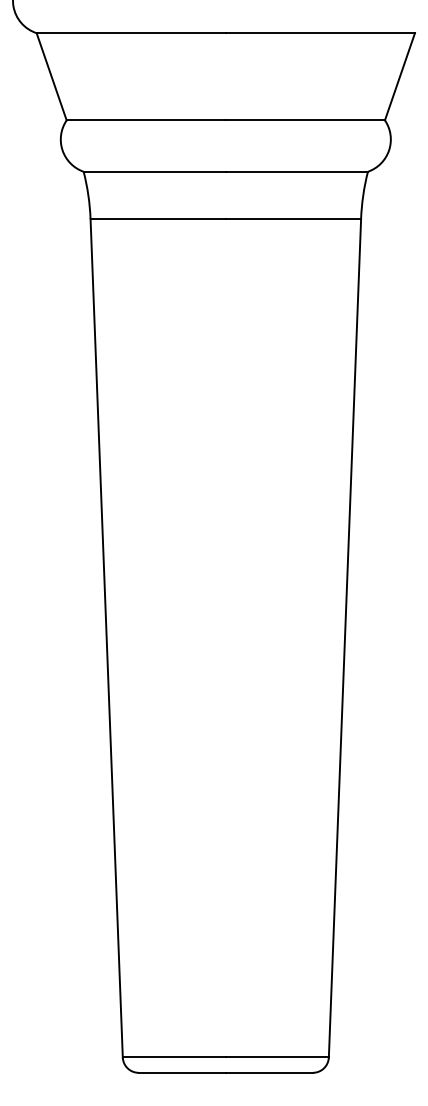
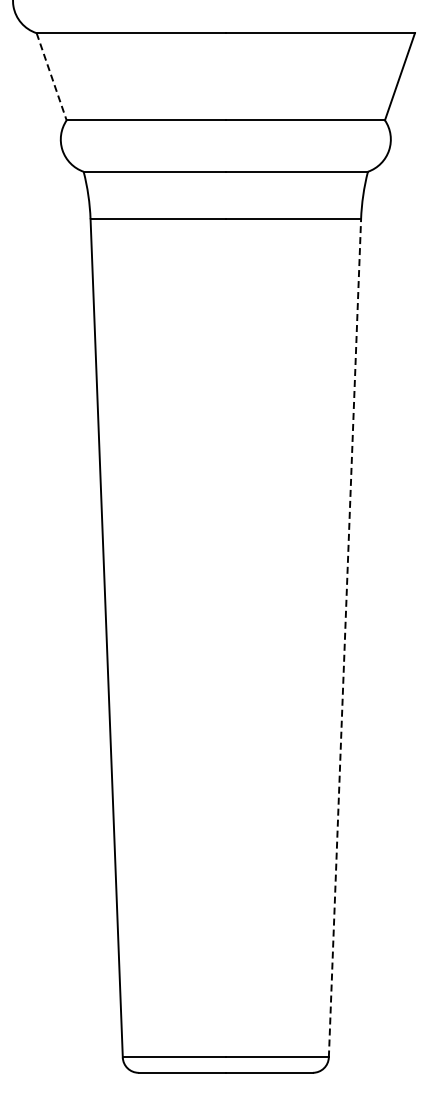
line at (51, 77): solid -> dashed
line at (345, 637): solid -> dashed
